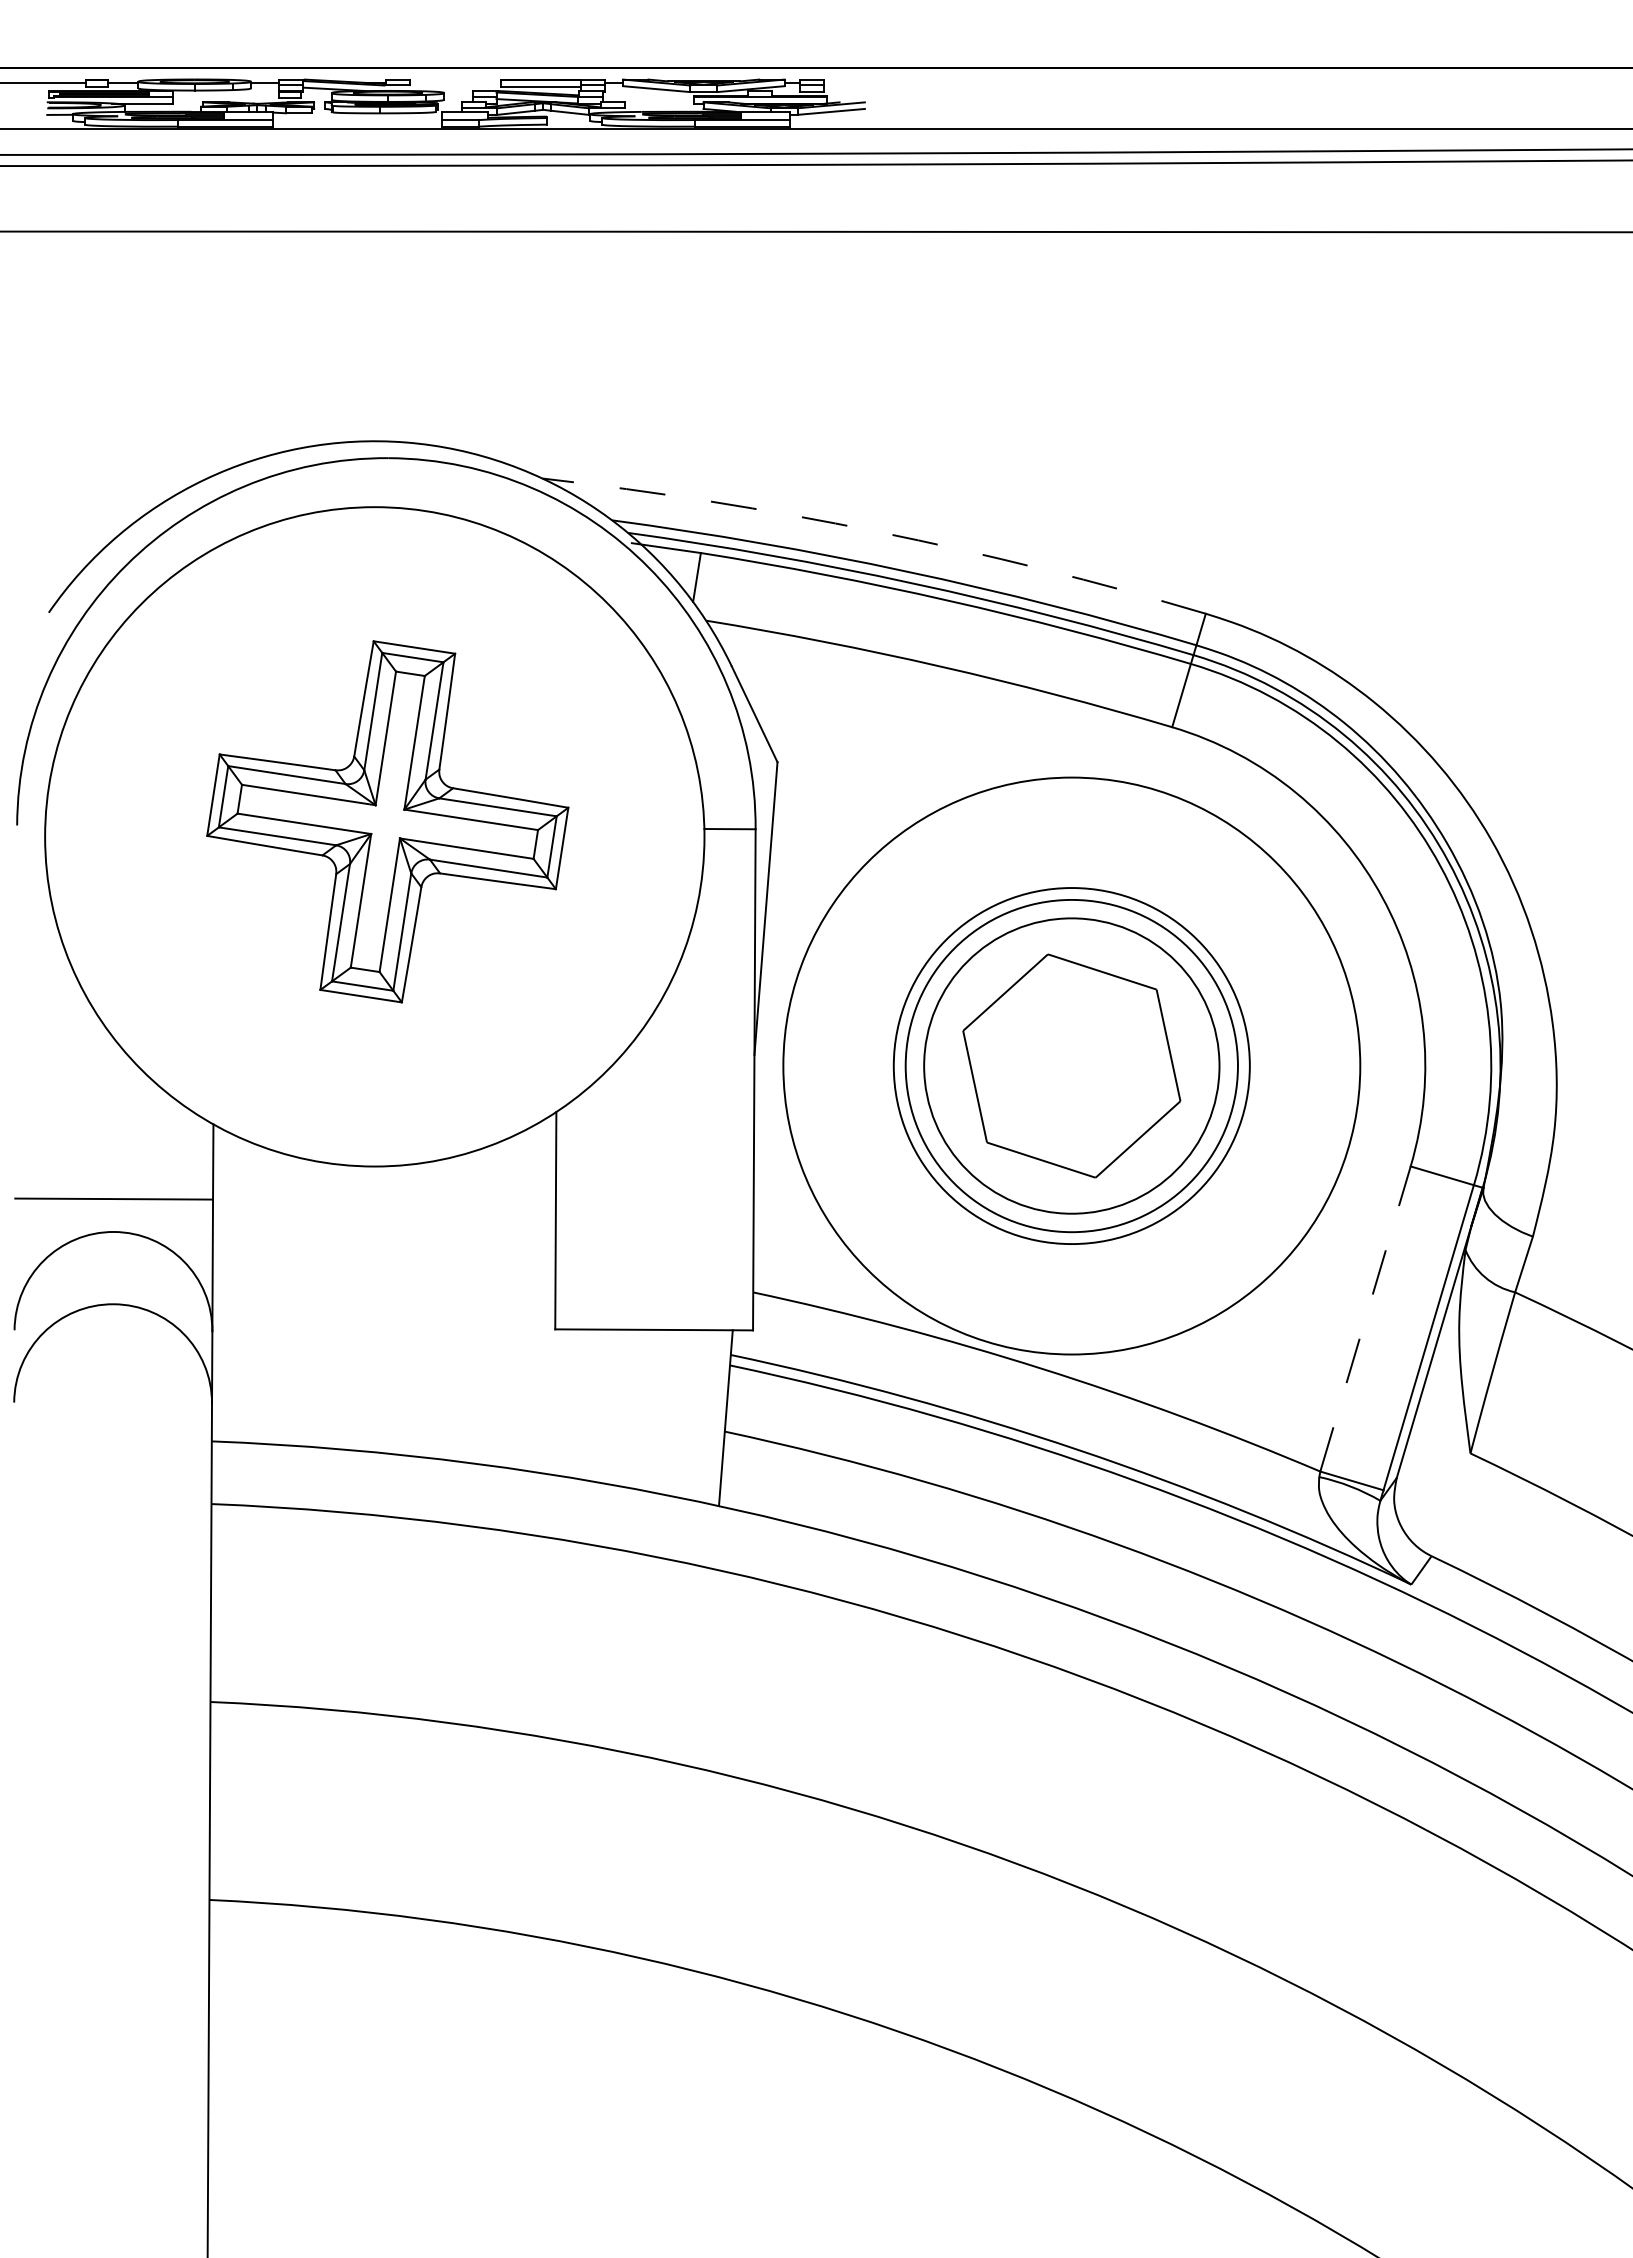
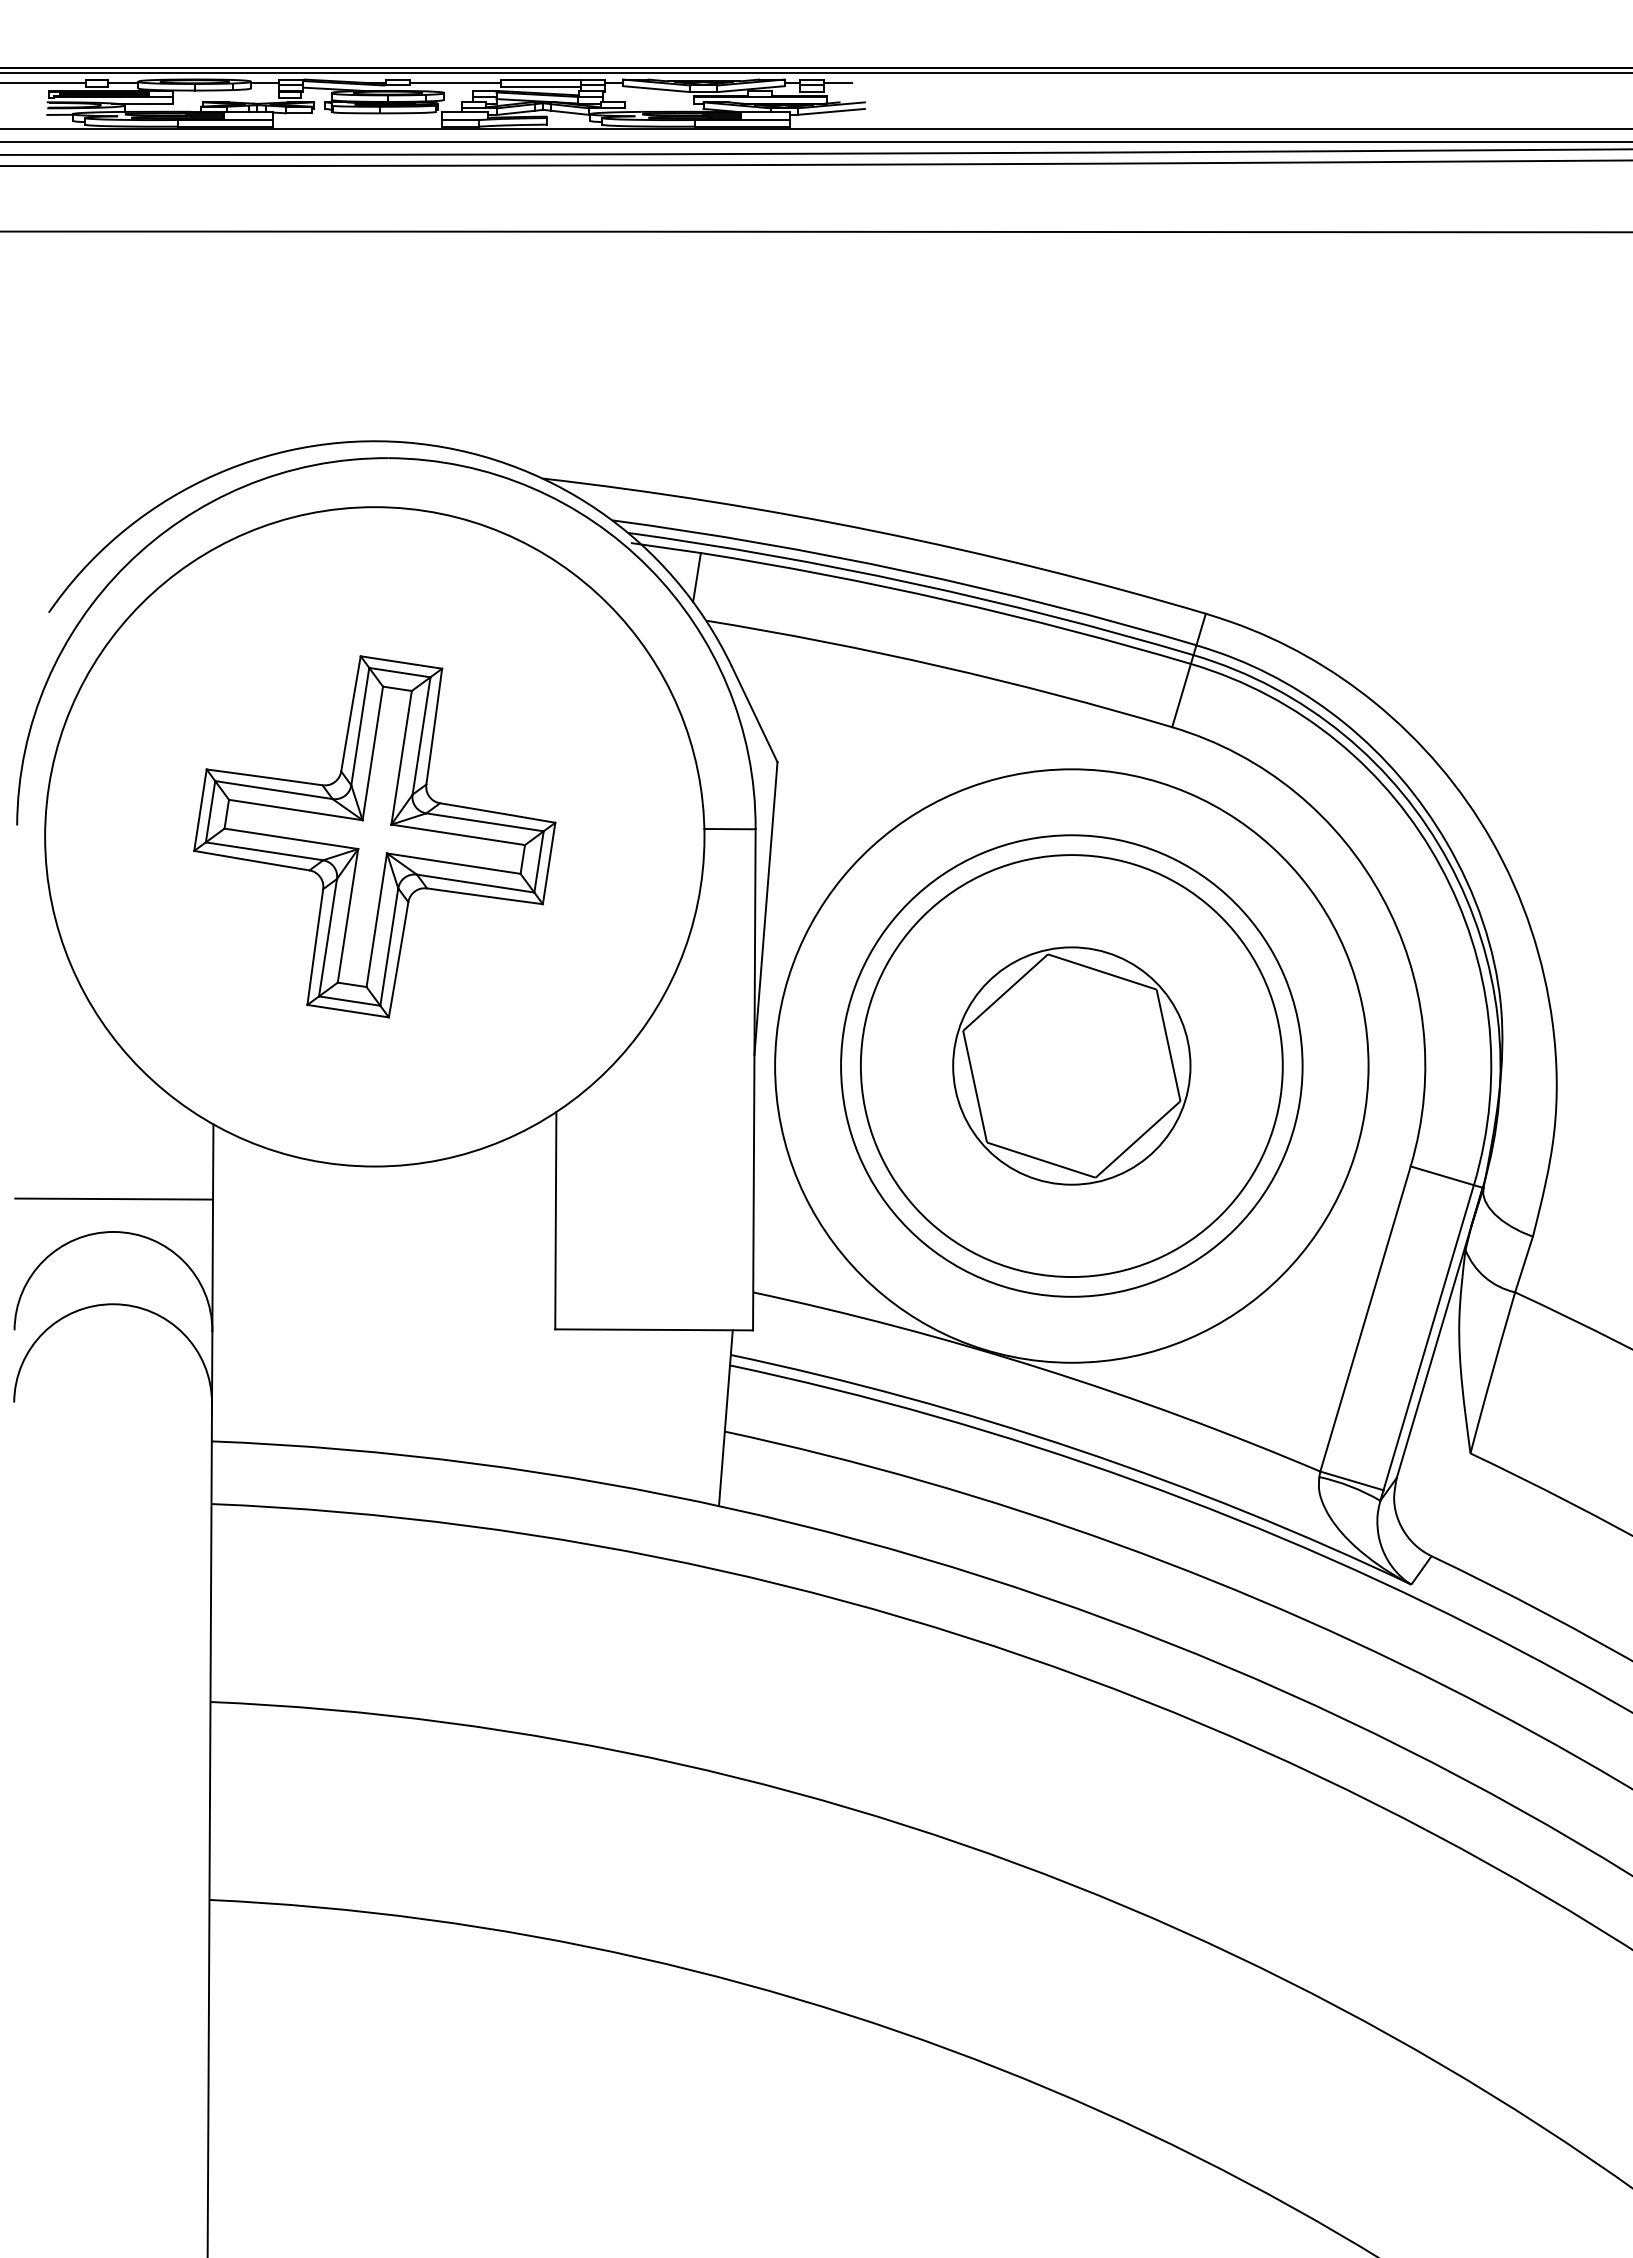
line at (815, 73): none -> present
line at (454, 82): none -> present
line at (837, 82): none -> present
line at (815, 142): none -> present
arc at (877, 531): dashed -> solid
part at (387, 821) position: (387, 821) -> (374, 836)
circle at (1071, 1065) diameter: 295 px -> 422 px
circle at (1071, 1065) diameter: 332 px -> 237 px
circle at (1071, 1065) diameter: 577 px -> 462 px
circle at (1071, 1066) diameter: 356 px -> 593 px
line at (1365, 1318): dashed -> solid
